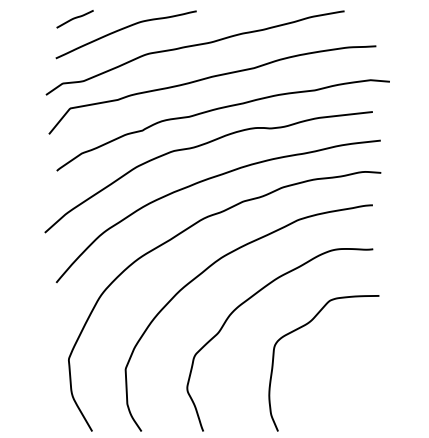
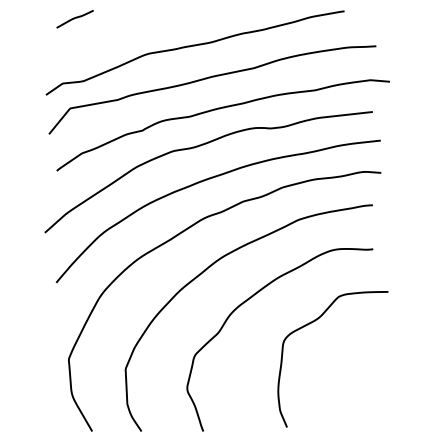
curve at (124, 29): present -> none
curve at (304, 326) position: (304, 326) -> (313, 322)
